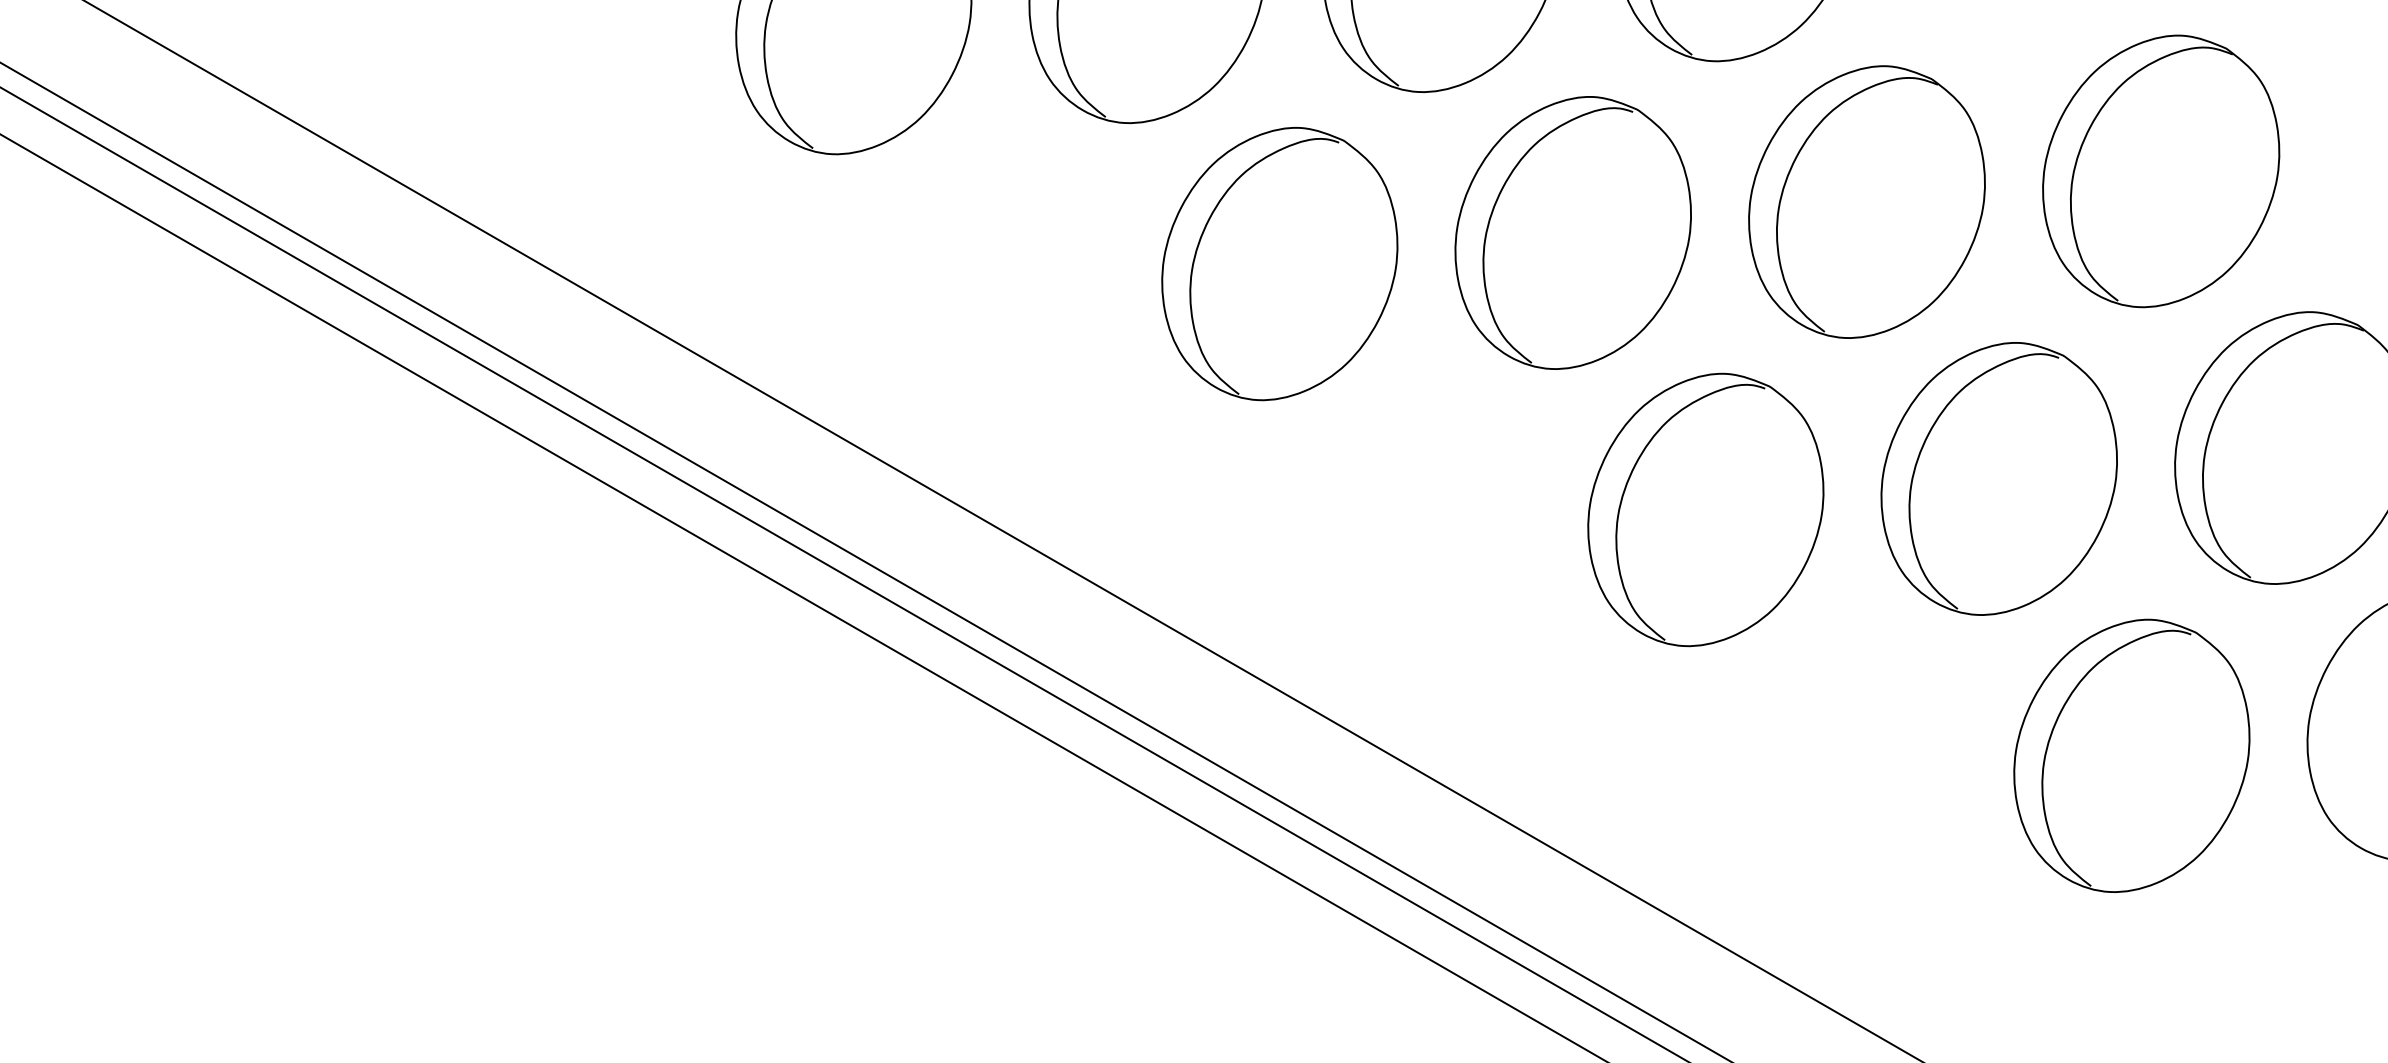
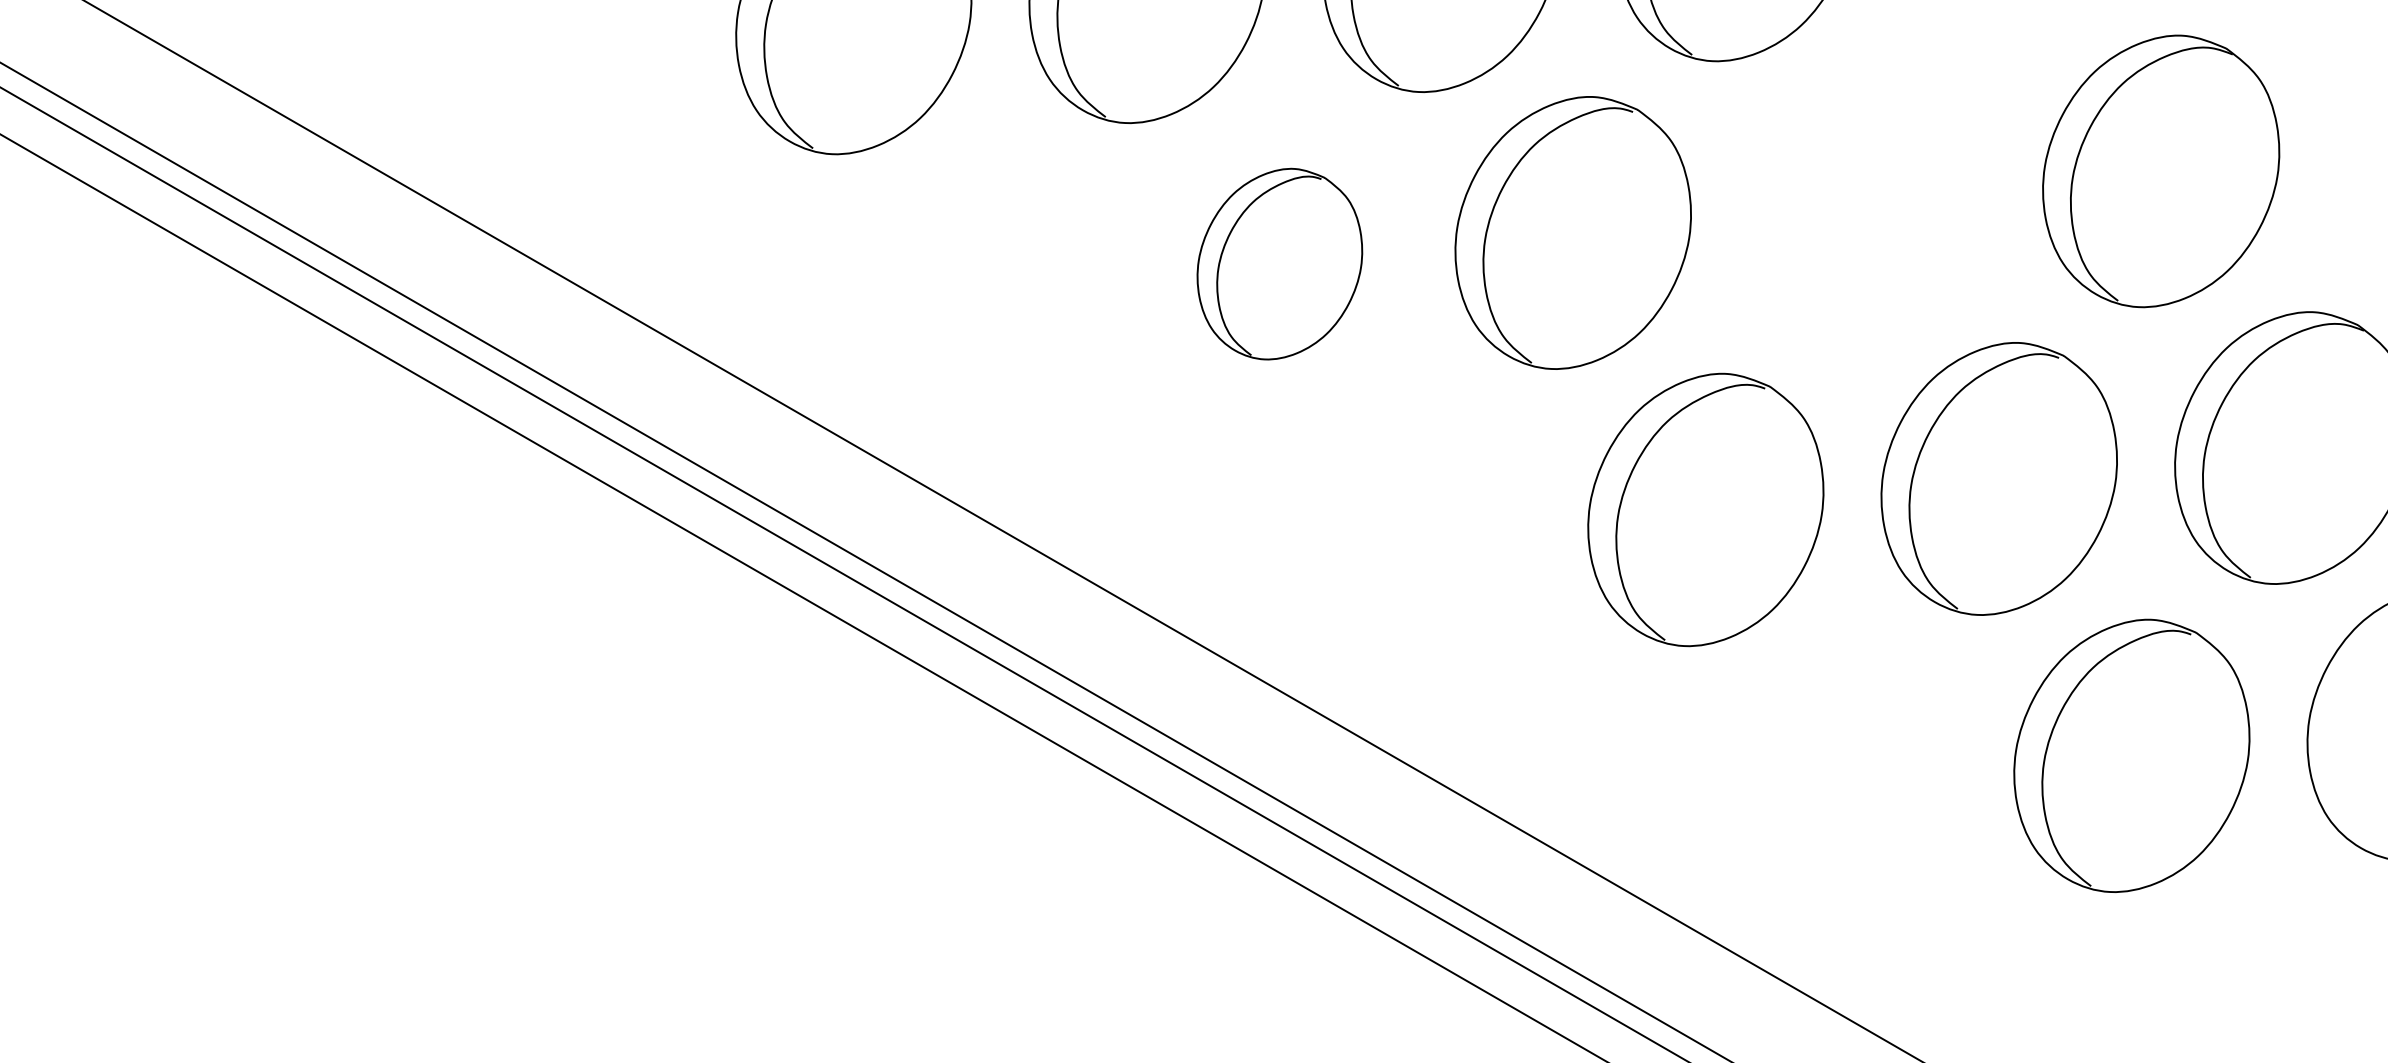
part at (1866, 201): present -> none
part at (1279, 264) size: 238x275 px -> 168x194 px
